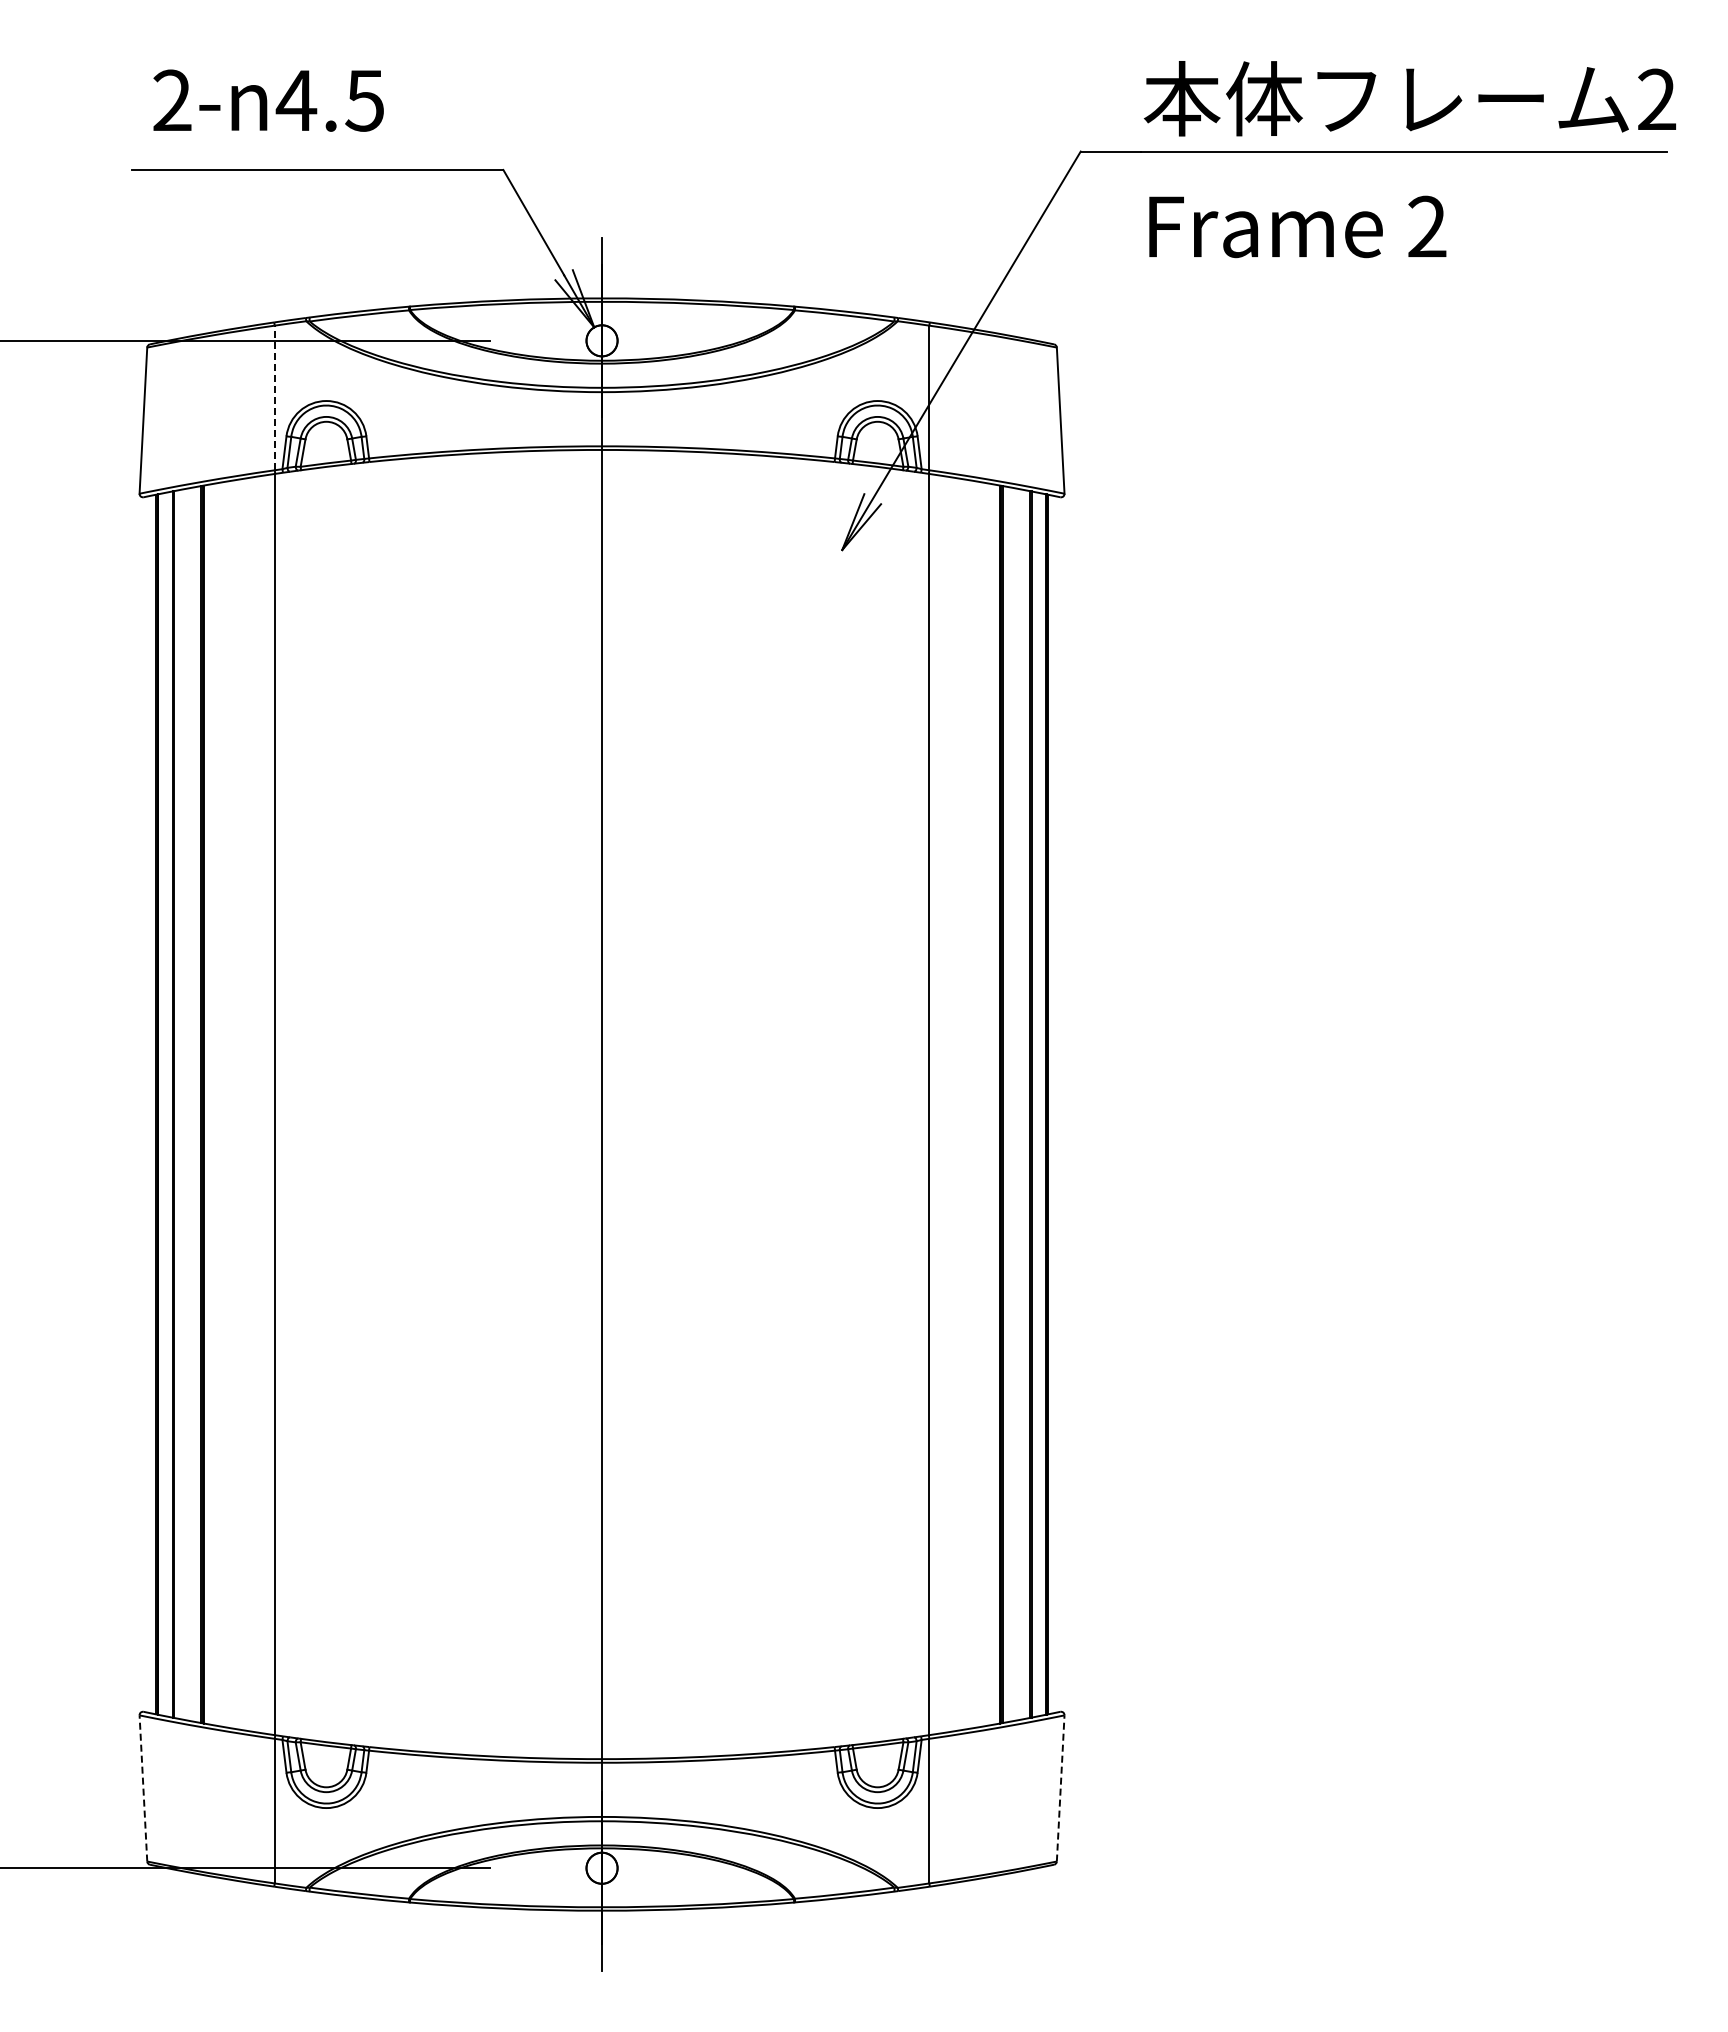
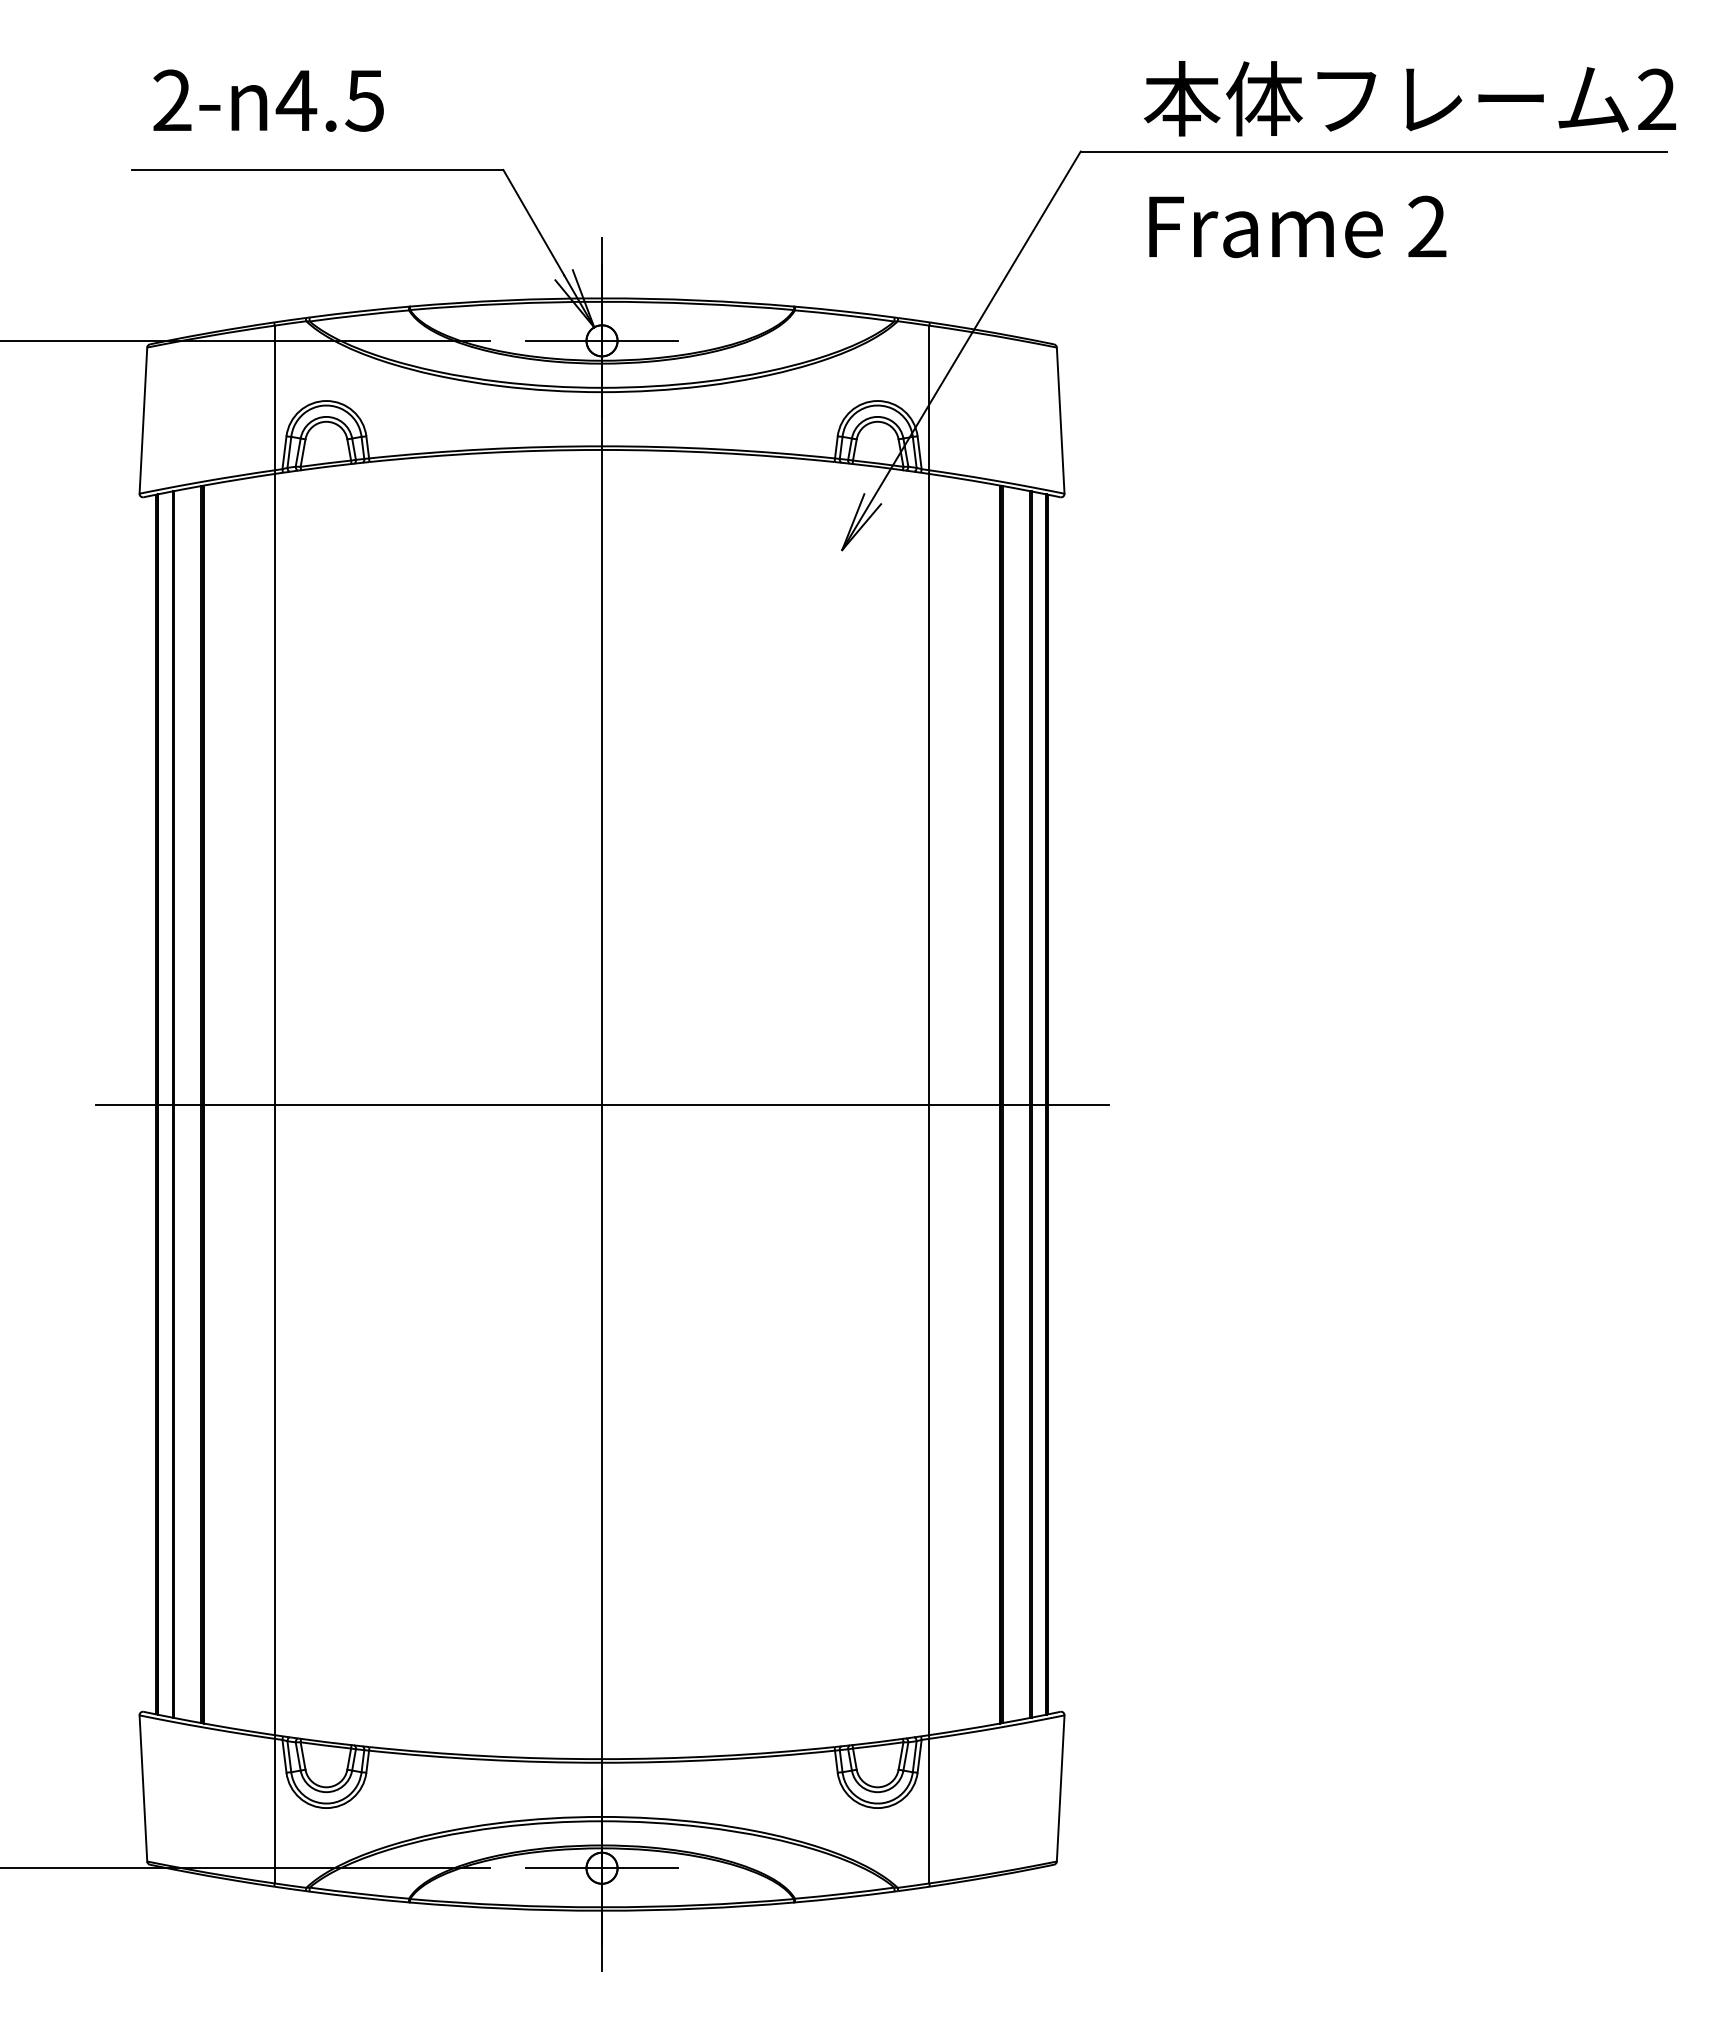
line at (601, 340): none -> present
line at (274, 397): dashed -> solid
line at (601, 1104): none -> present
line at (143, 1787): dashed -> solid
line at (1060, 1787): dashed -> solid
line at (601, 1868): none -> present
